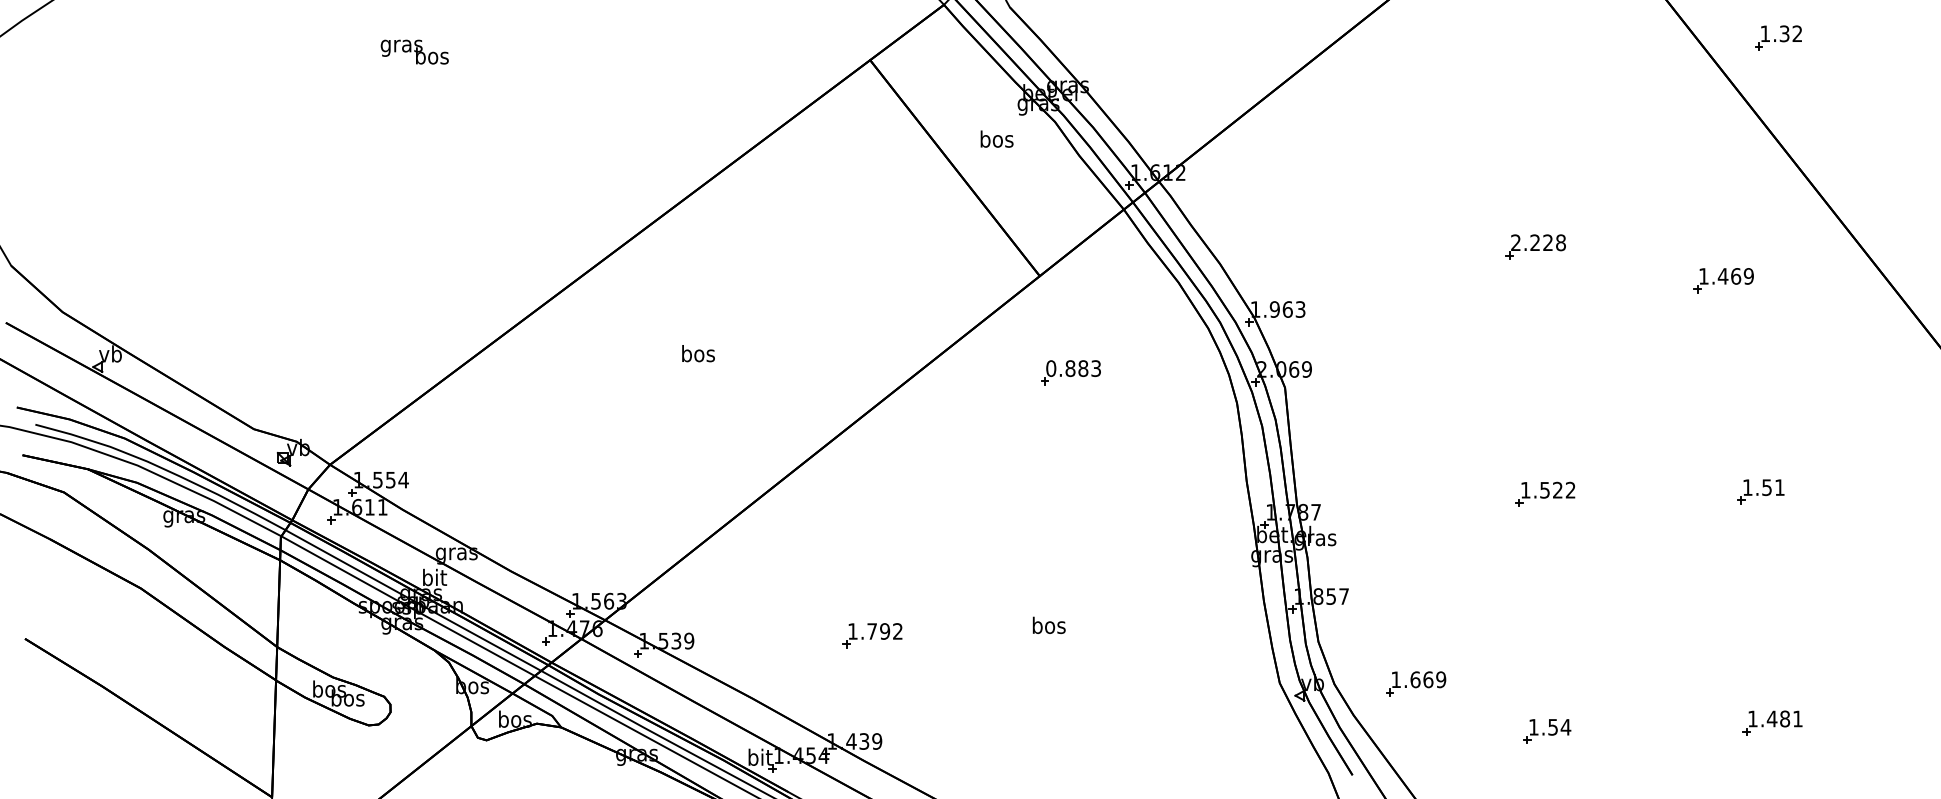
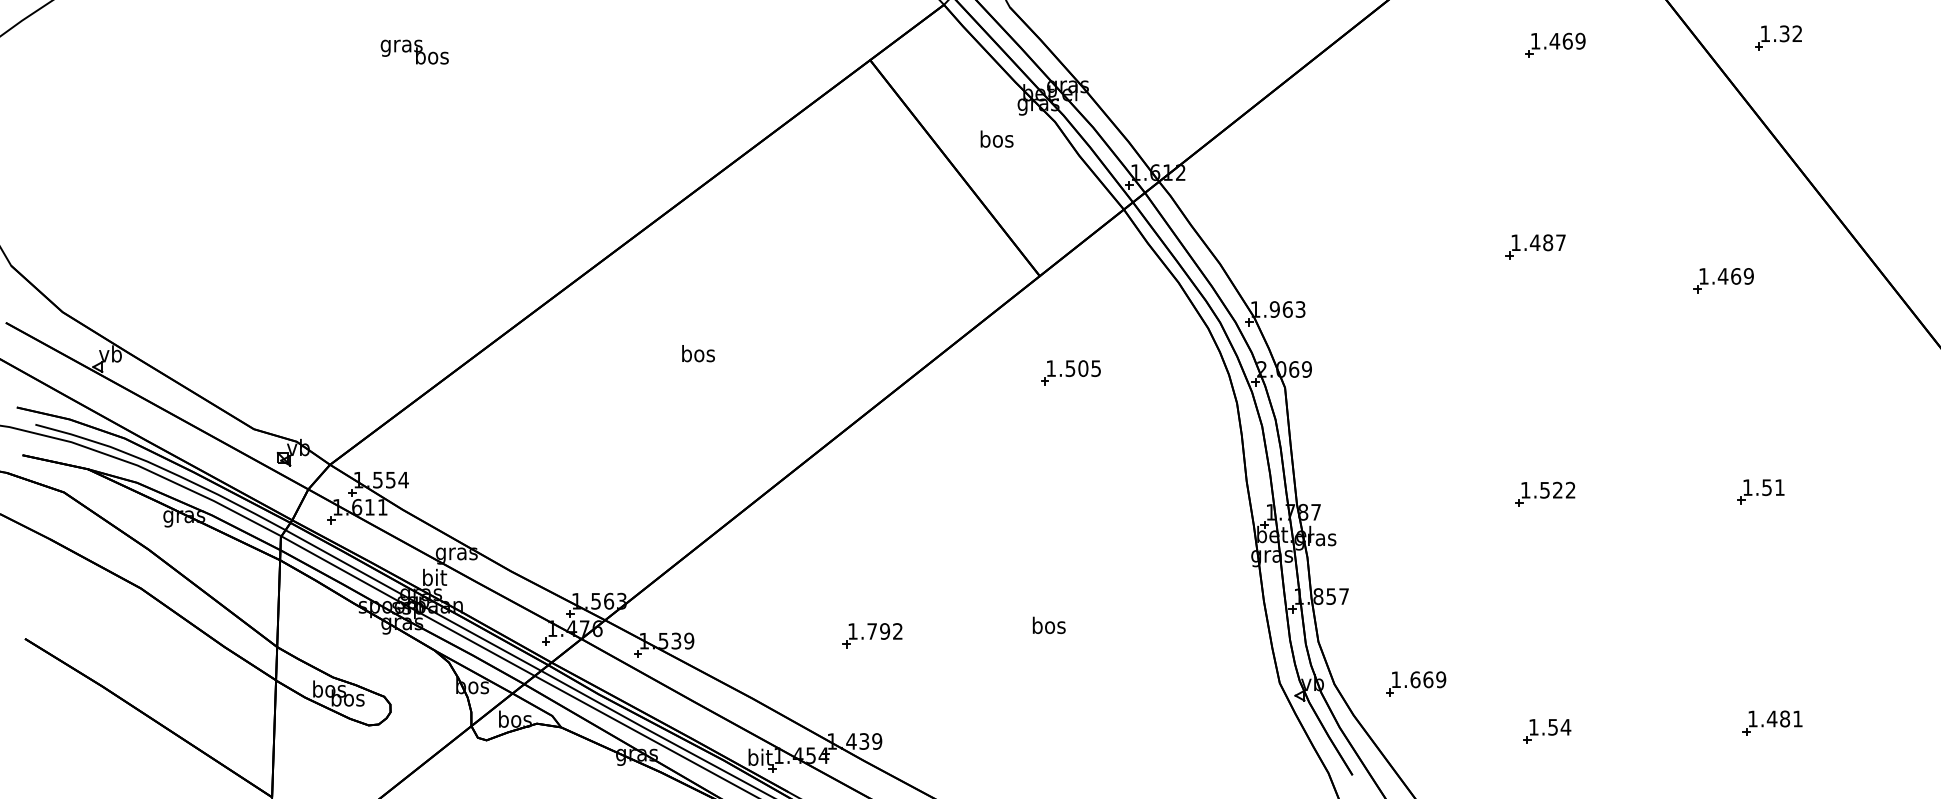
part at (1555, 44): none -> present
text at (1538, 242): 2.228 -> 1.487
text at (1073, 368): 0.883 -> 1.505
